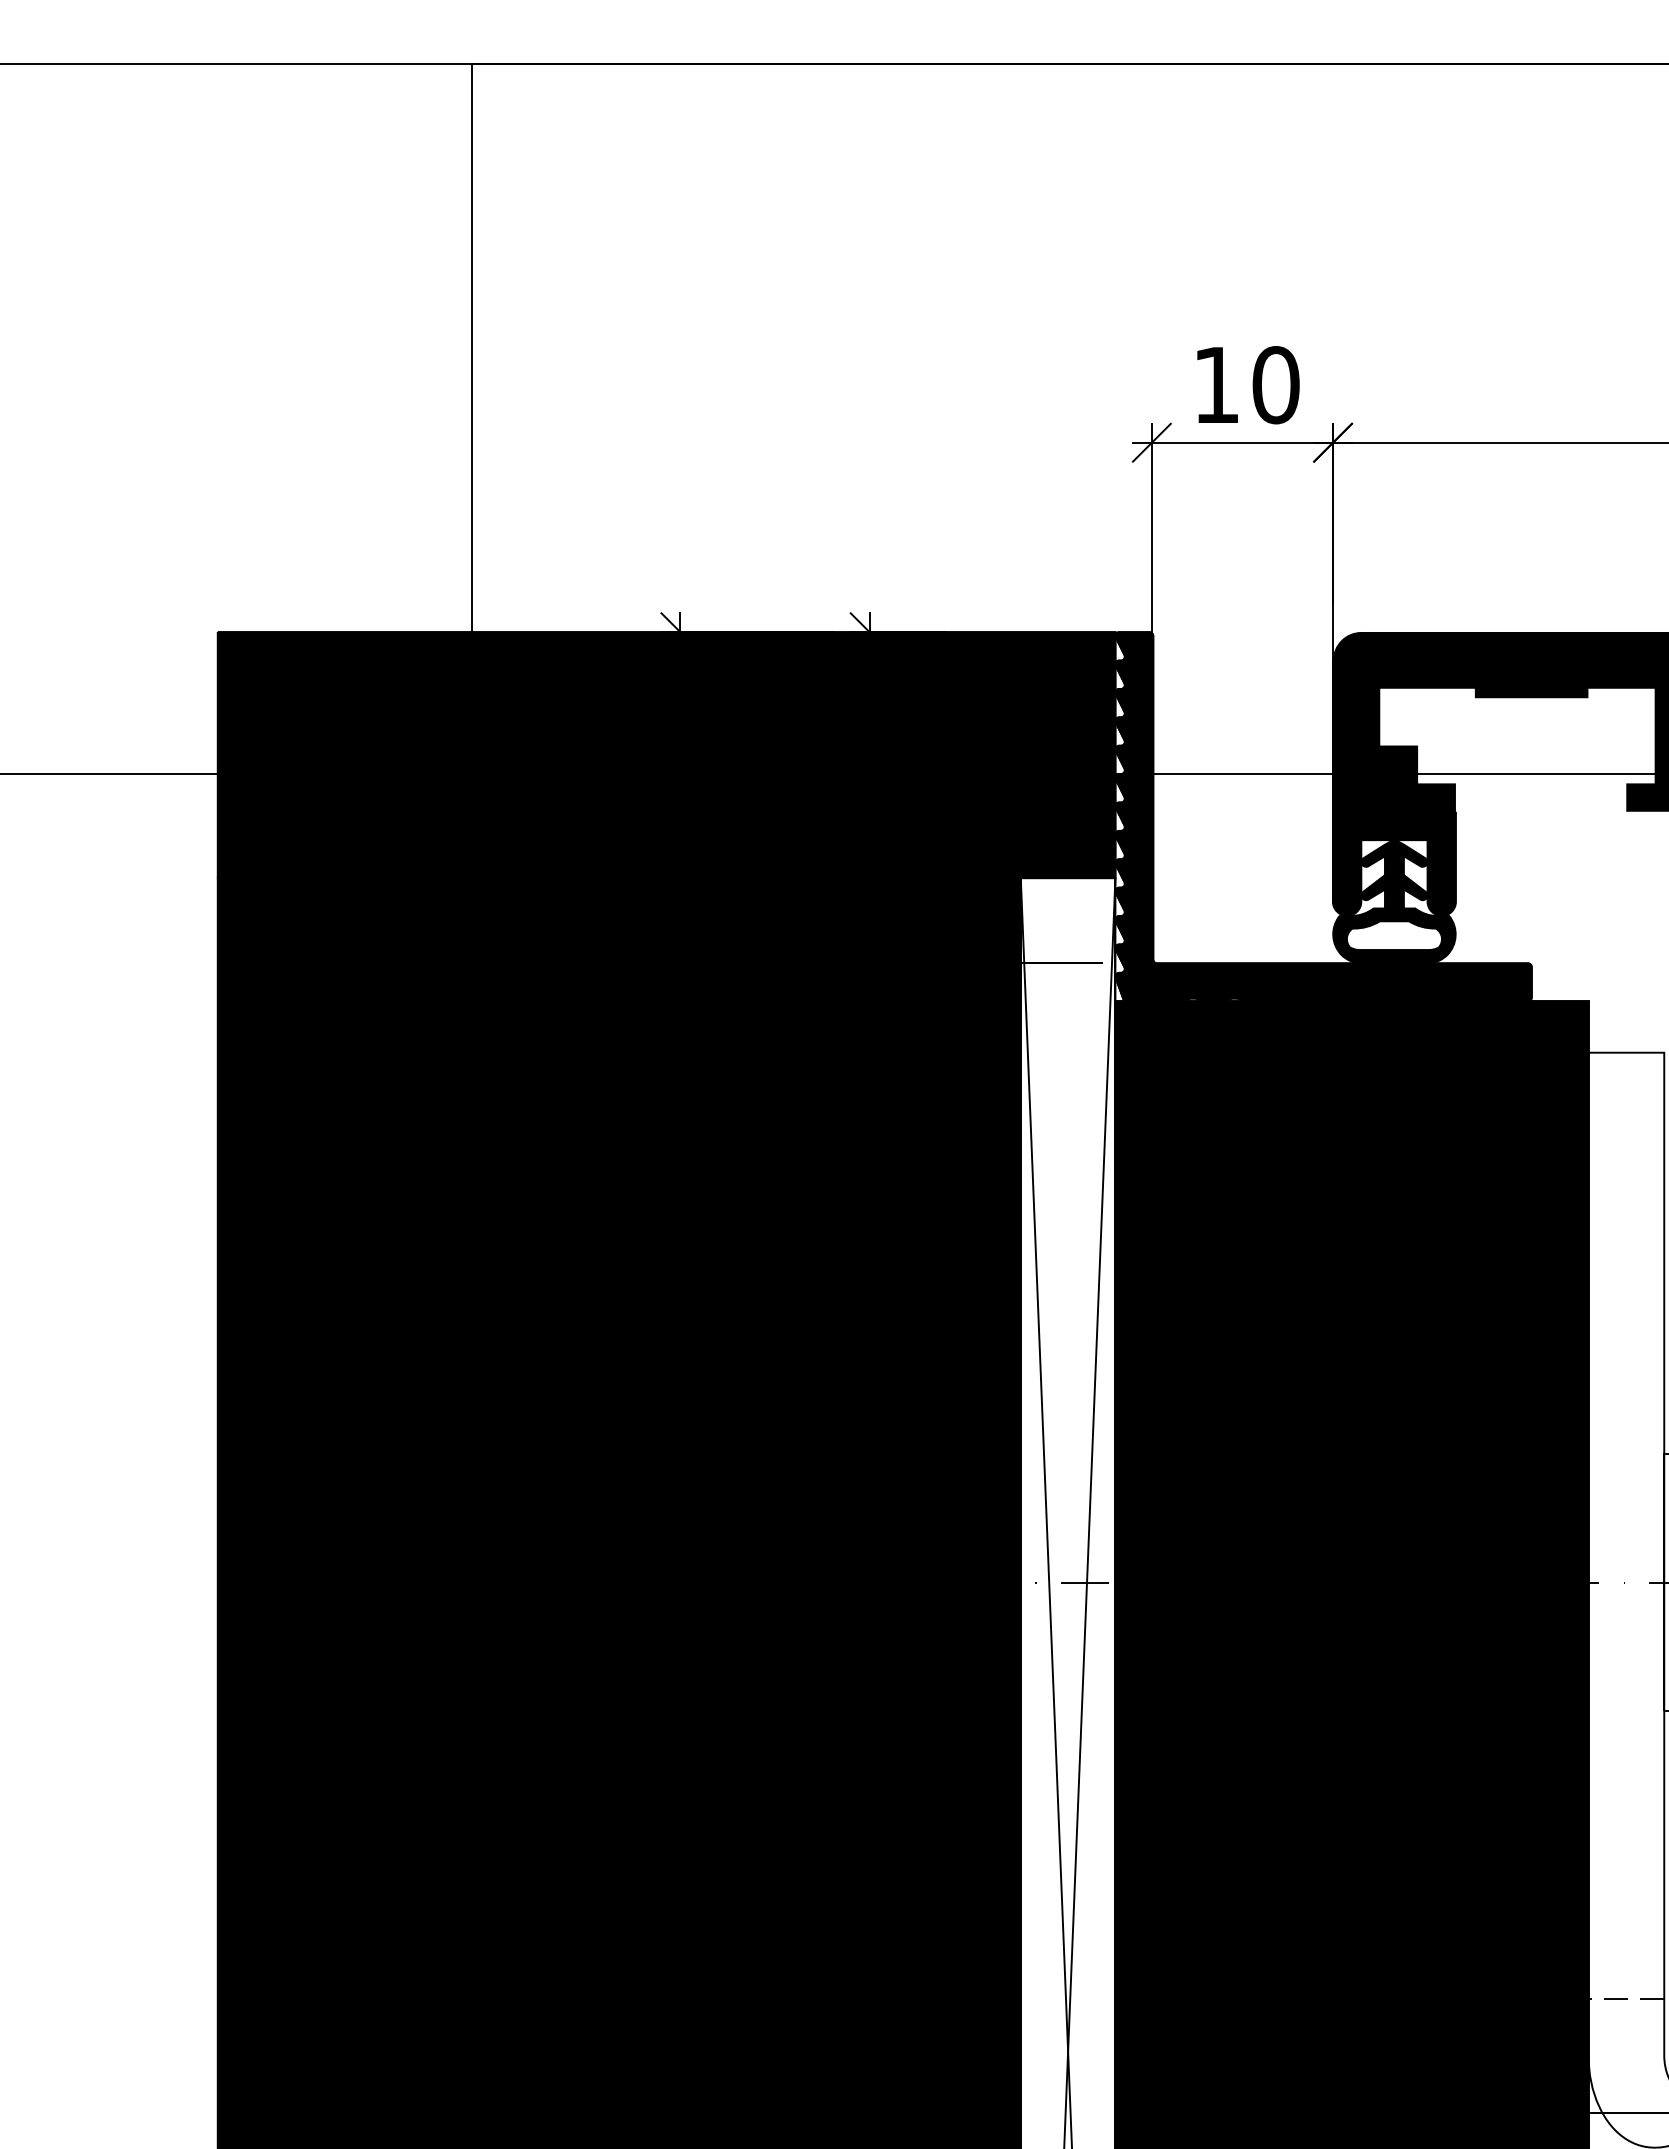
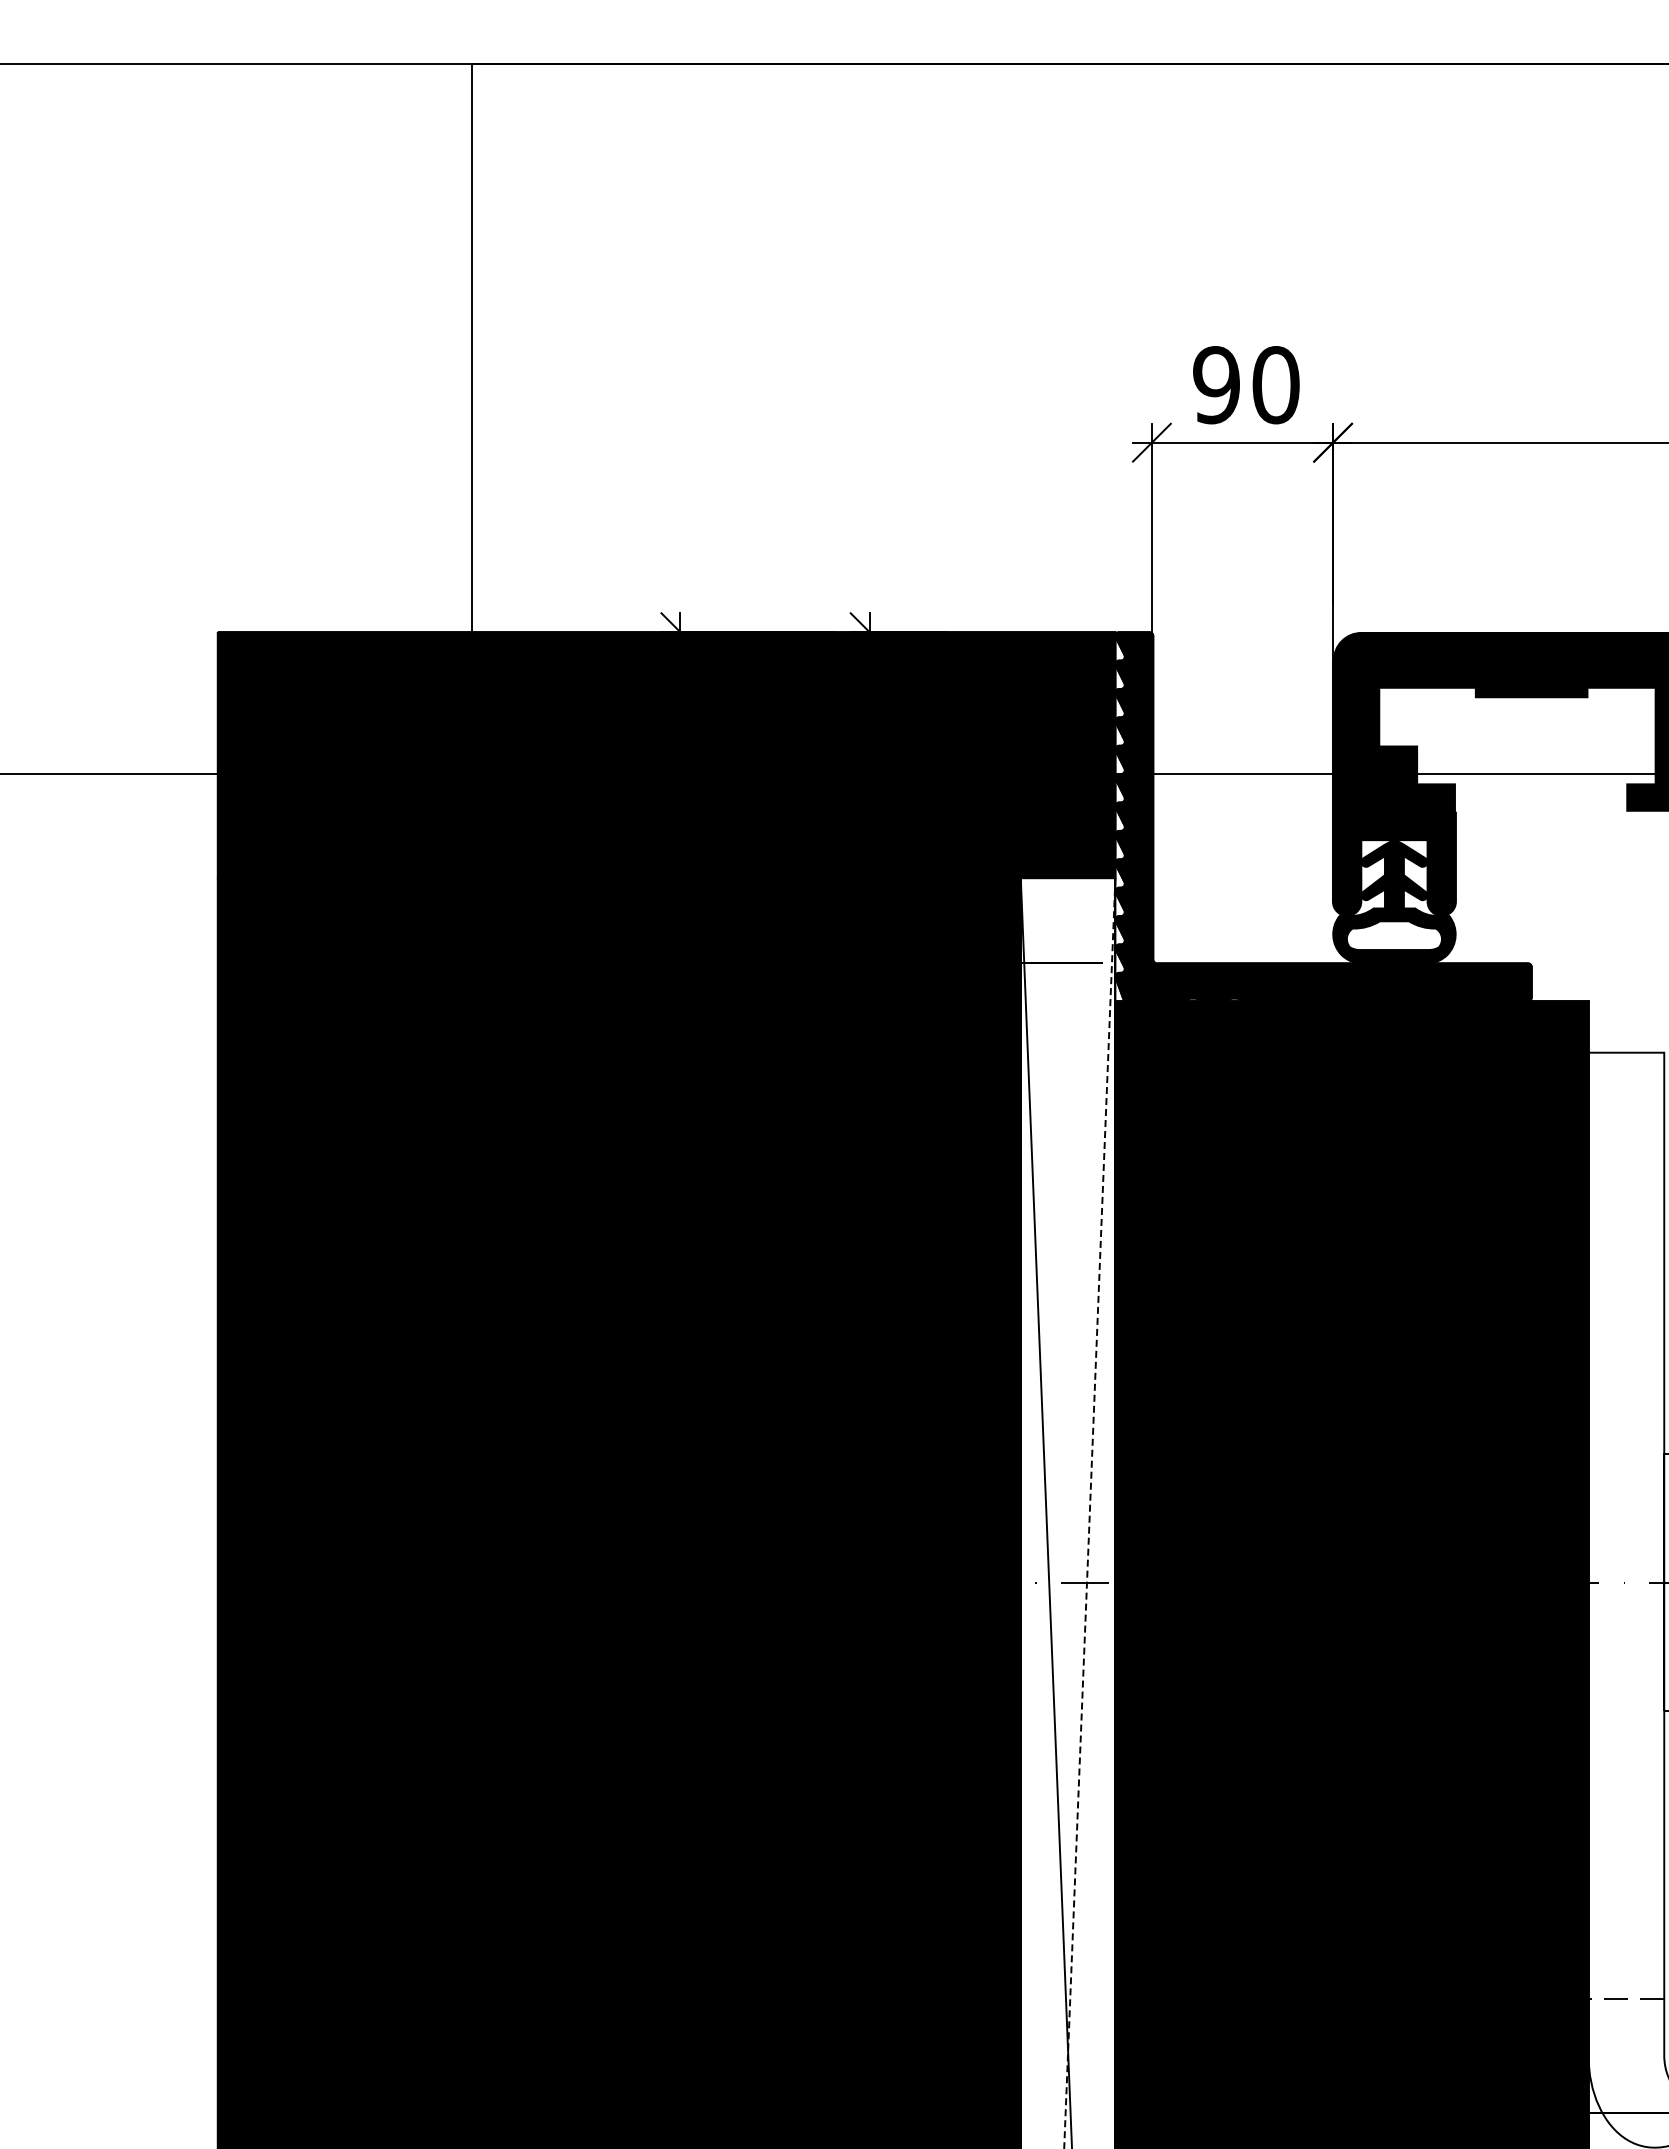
text at (1216, 385): 10 -> 90
line at (1089, 1513): solid -> dashed
